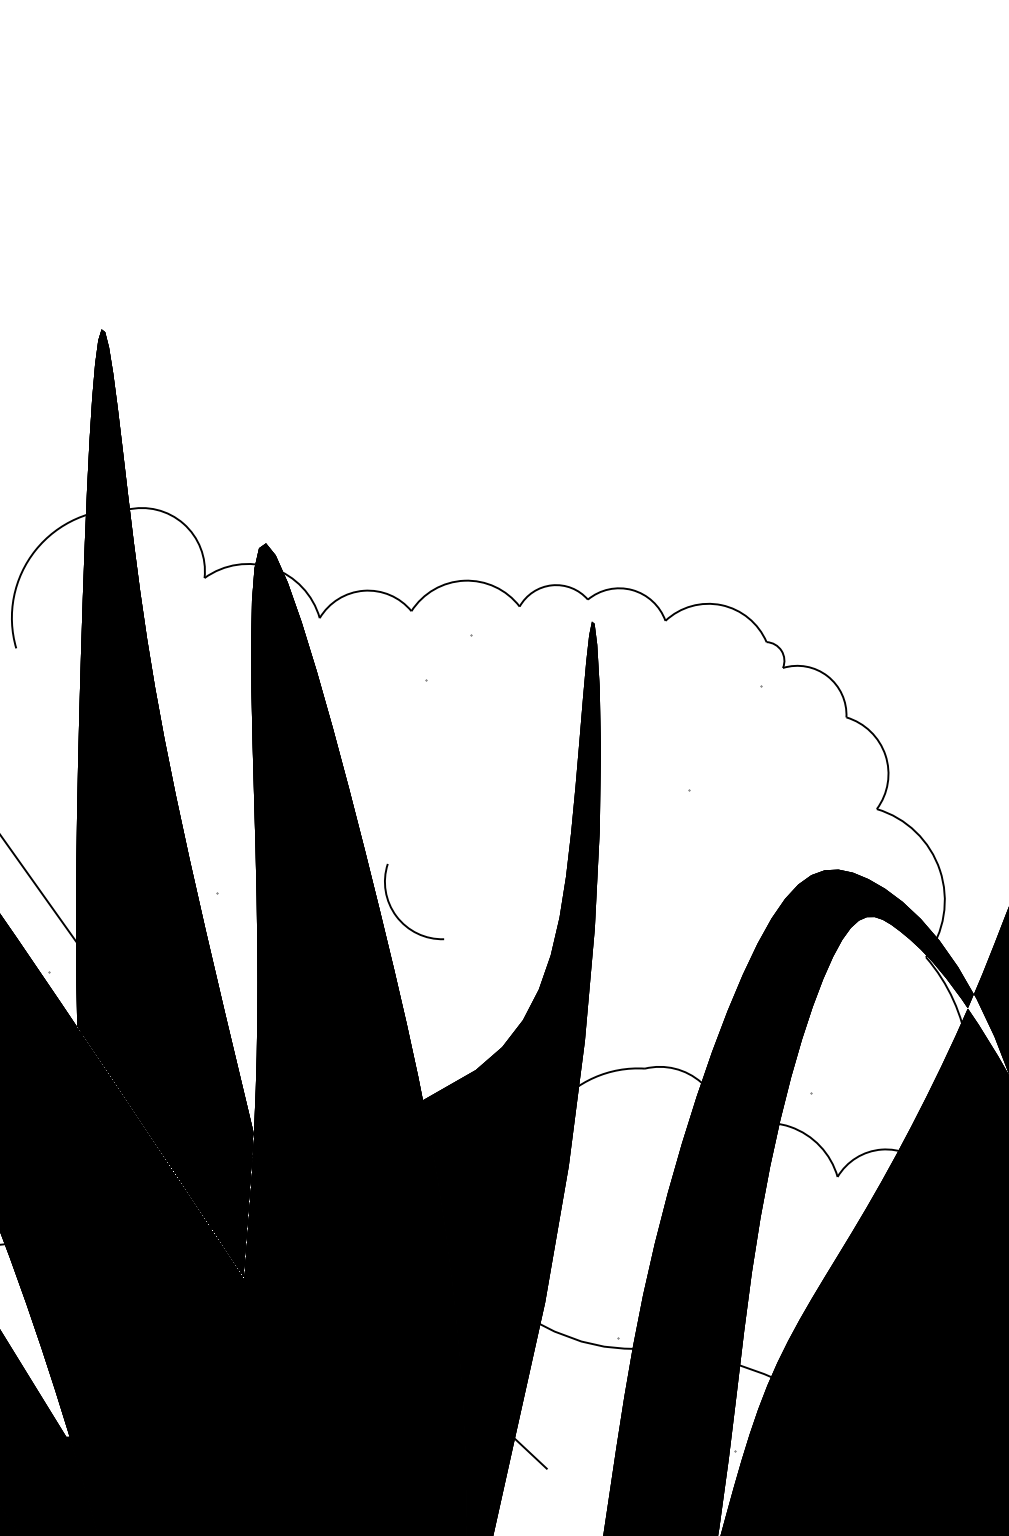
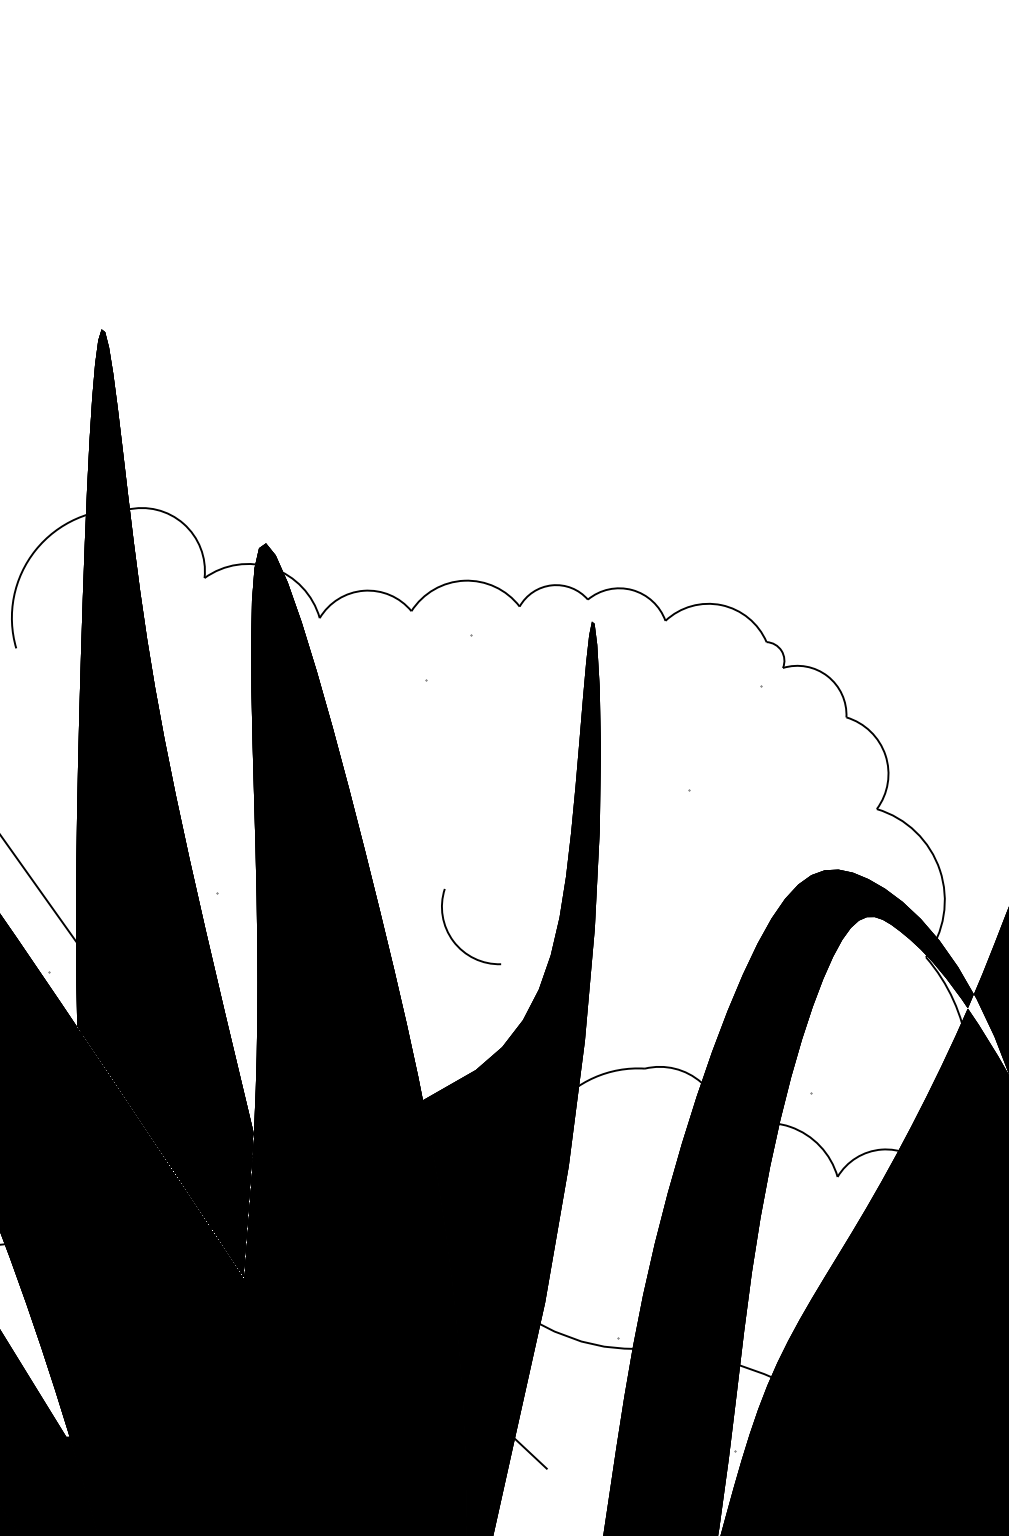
arc at (396, 914) position: (396, 914) -> (453, 939)
